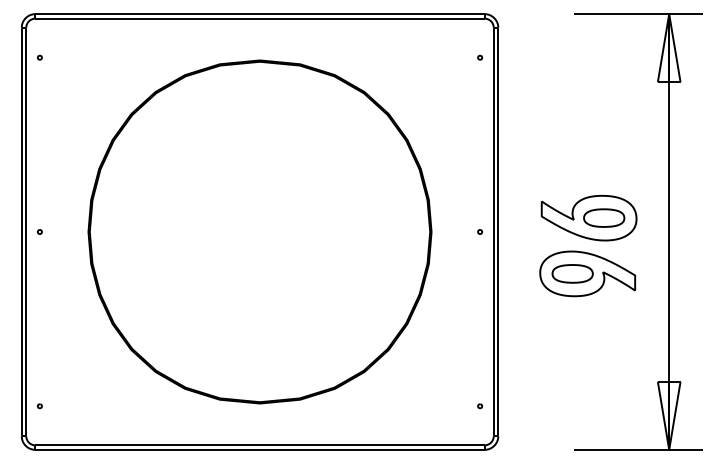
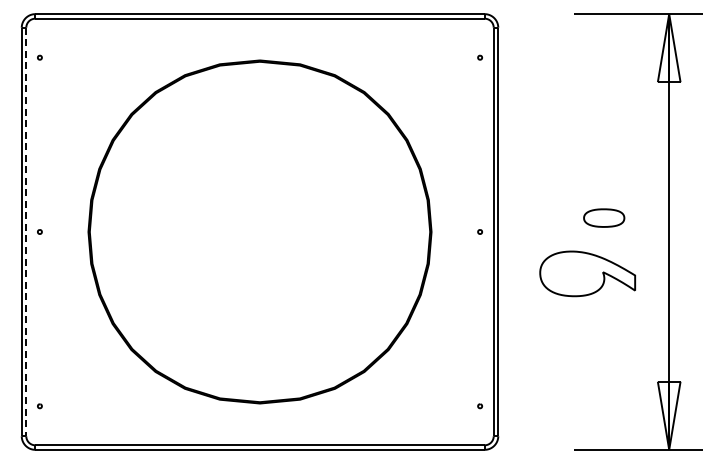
part at (588, 218): present -> none
line at (26, 232): solid -> dashed
part at (572, 273): present -> none
